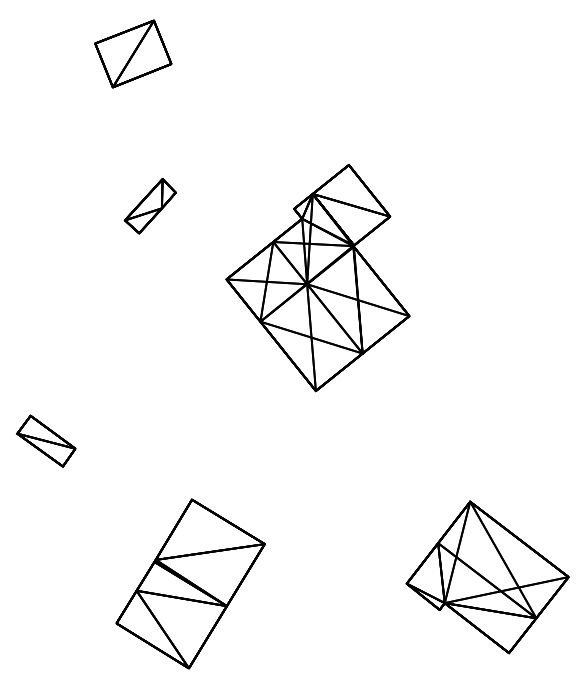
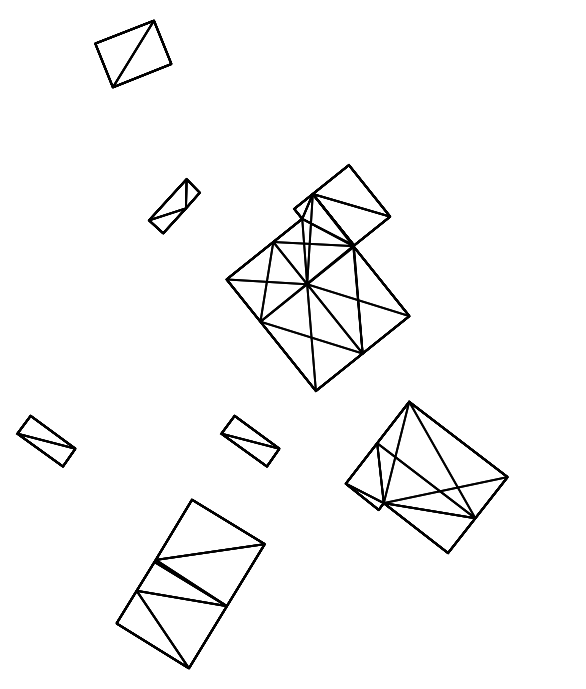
part at (149, 206) position: (149, 206) -> (173, 206)
part at (250, 440): none -> present
part at (487, 577) position: (487, 577) -> (426, 477)
